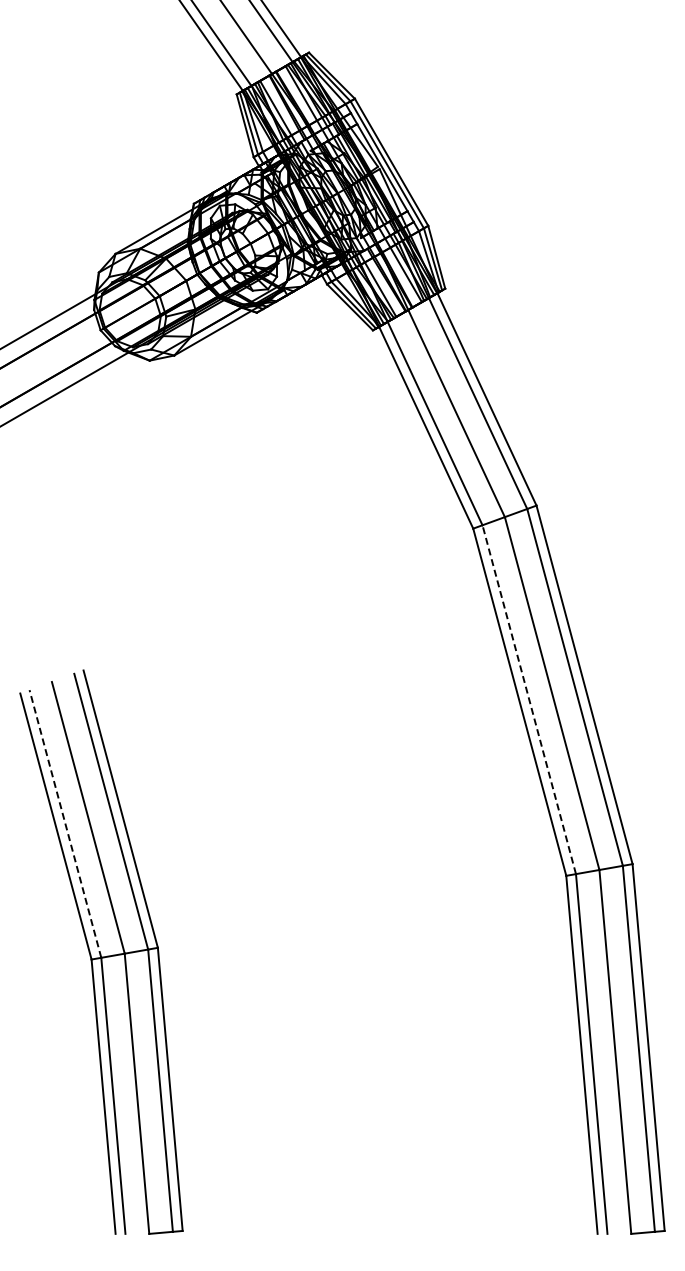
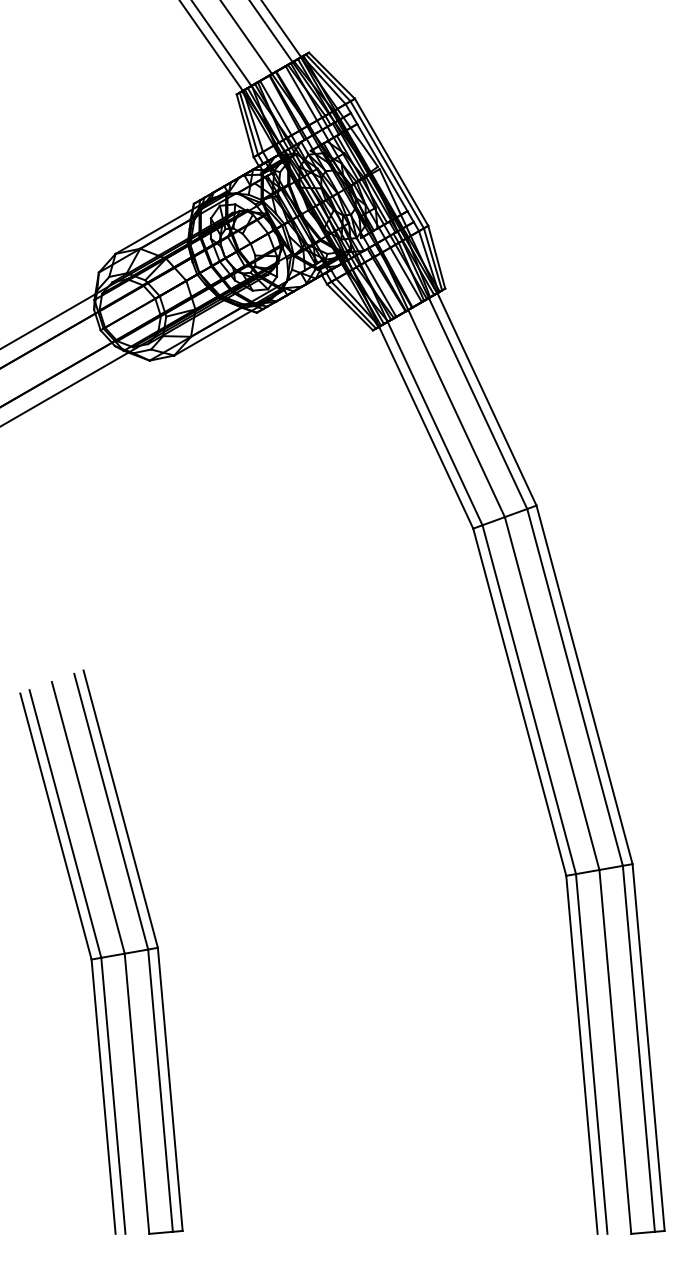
line at (529, 699): dashed -> solid
line at (65, 823): dashed -> solid
